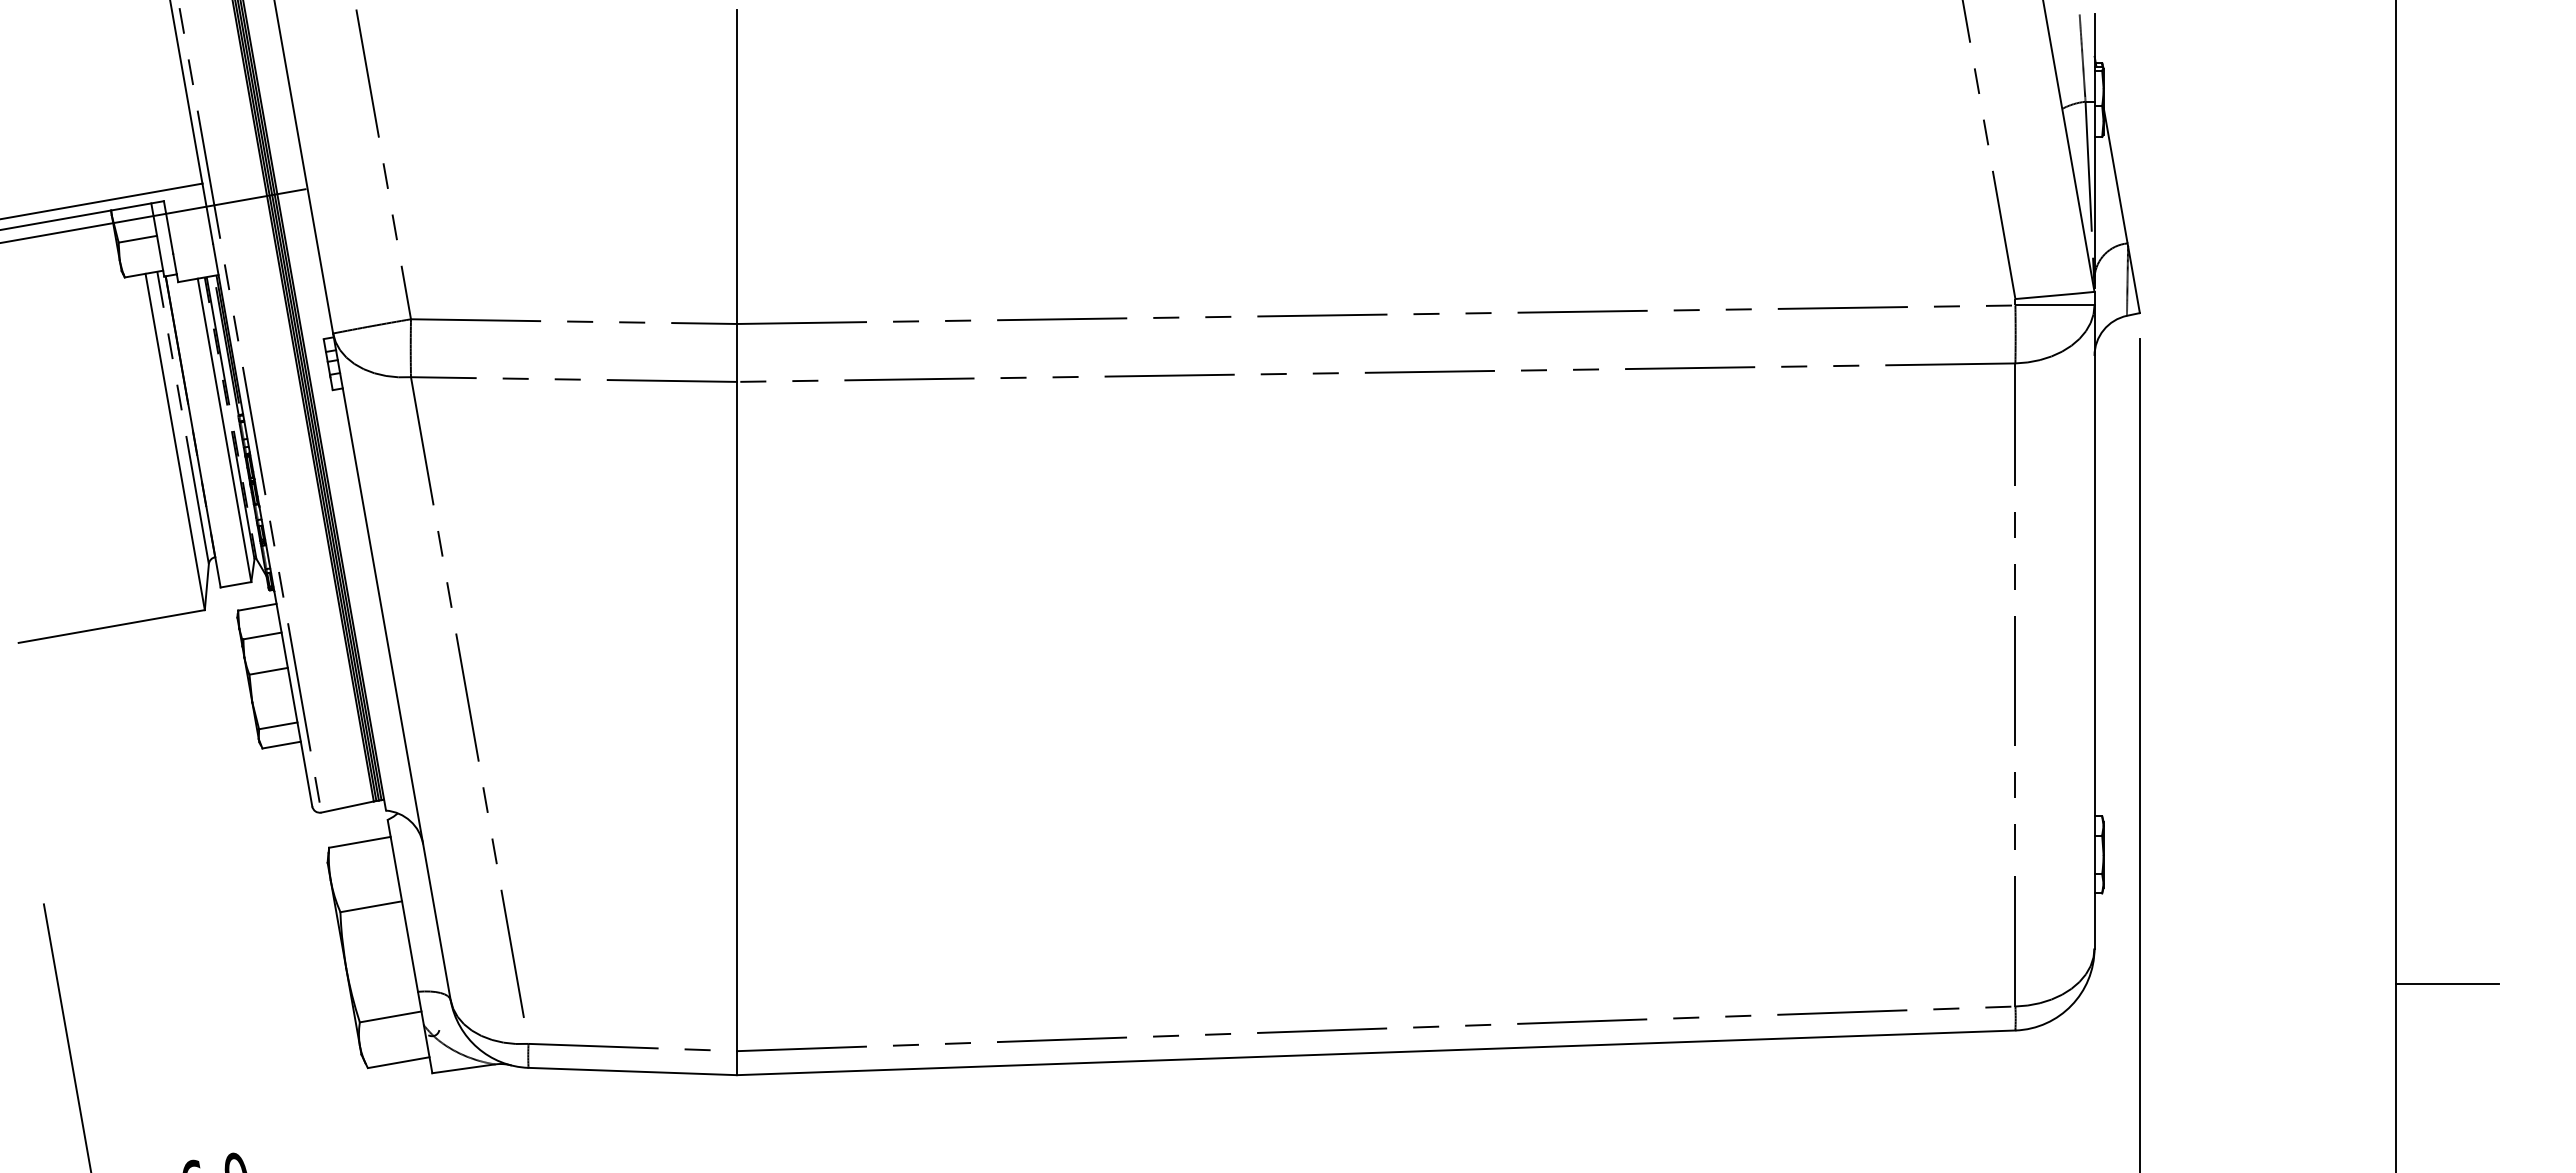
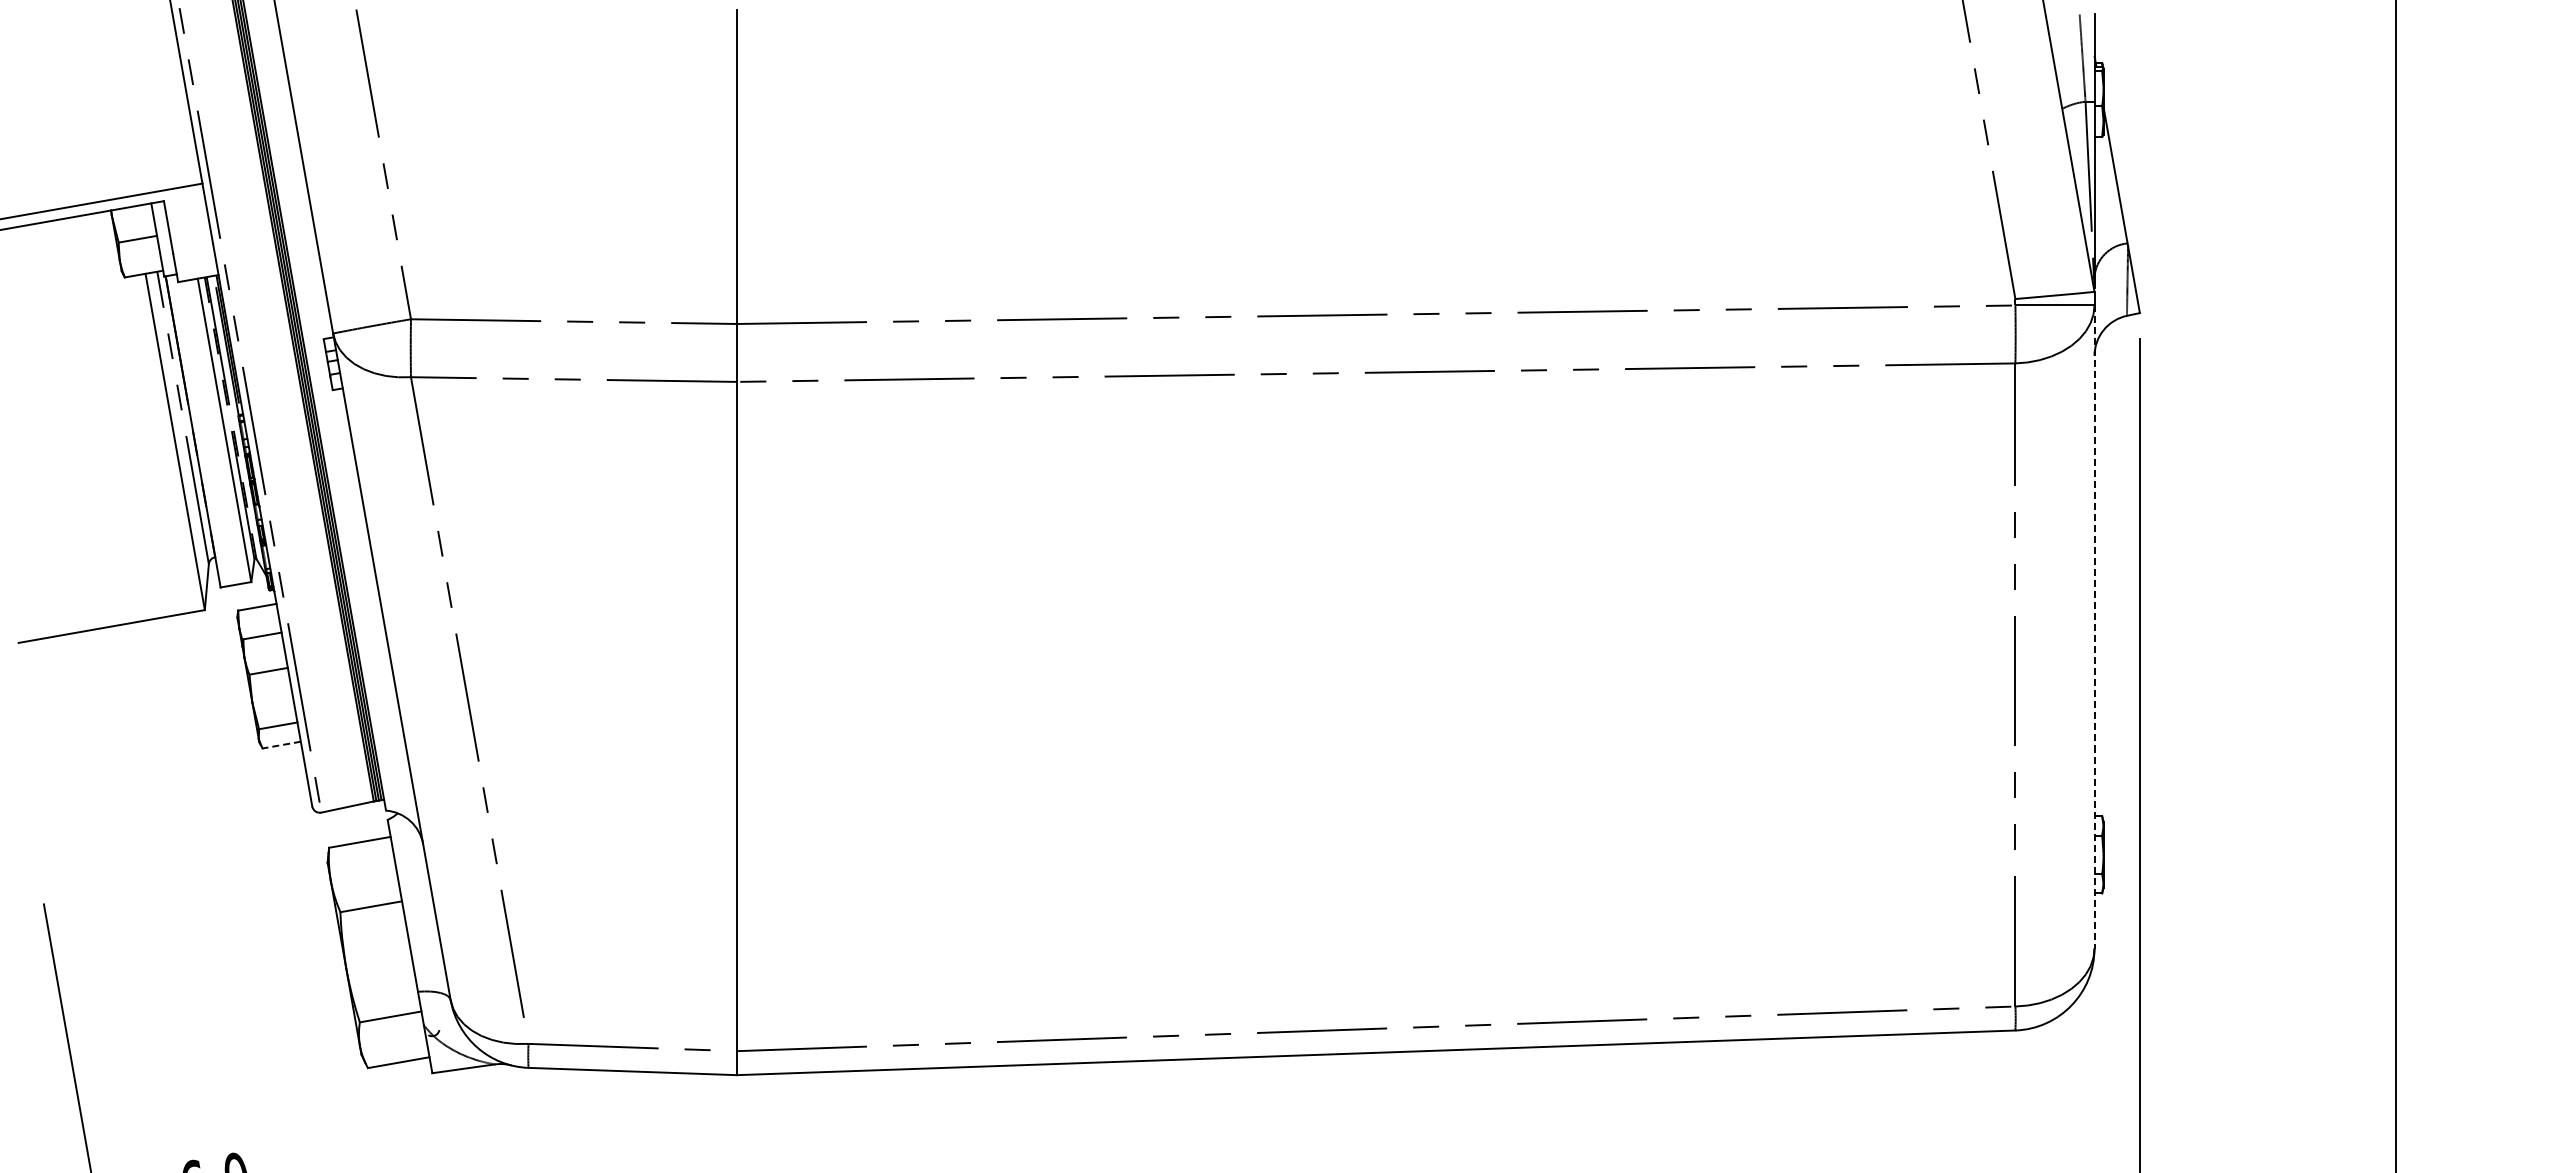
line at (153, 215): present -> none
line at (2094, 627): solid -> dashed
line at (281, 745): solid -> dashed
line at (2447, 984): present -> none
